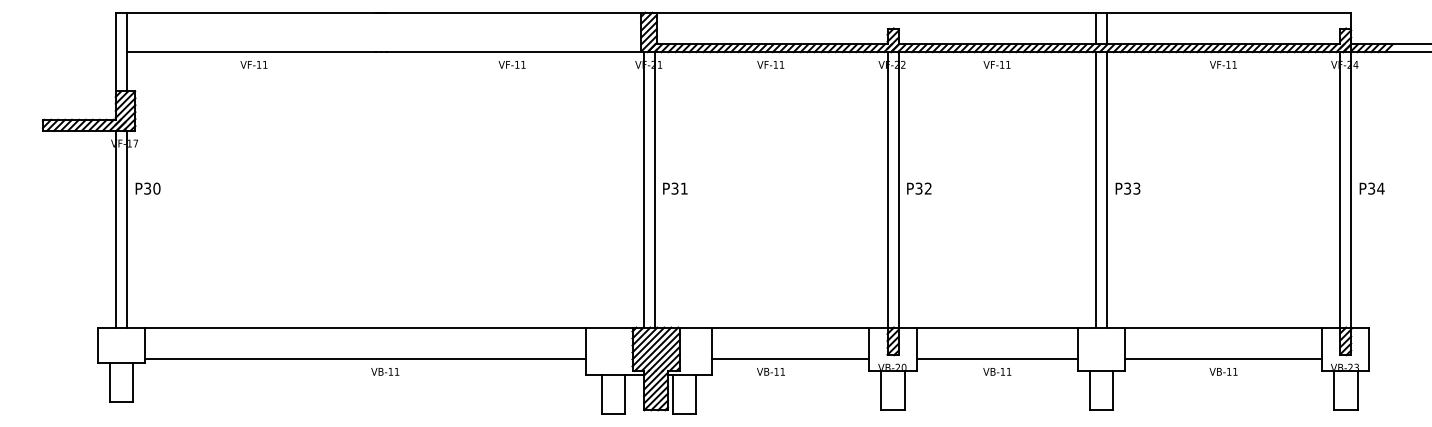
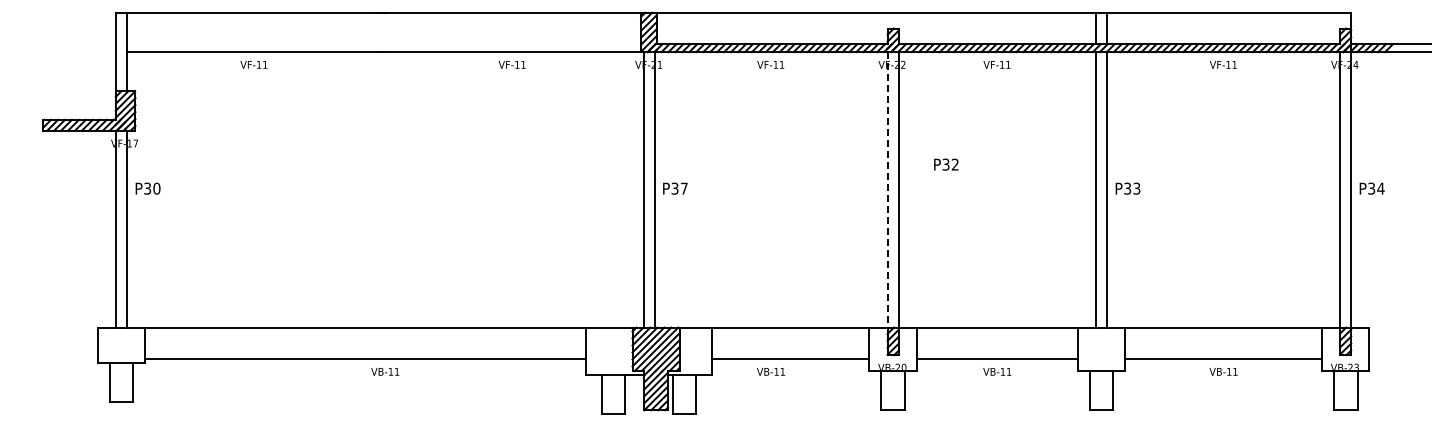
text at (684, 188): P31 -> P37
text at (919, 188) position: (919, 188) -> (946, 164)
line at (887, 189): solid -> dashed
